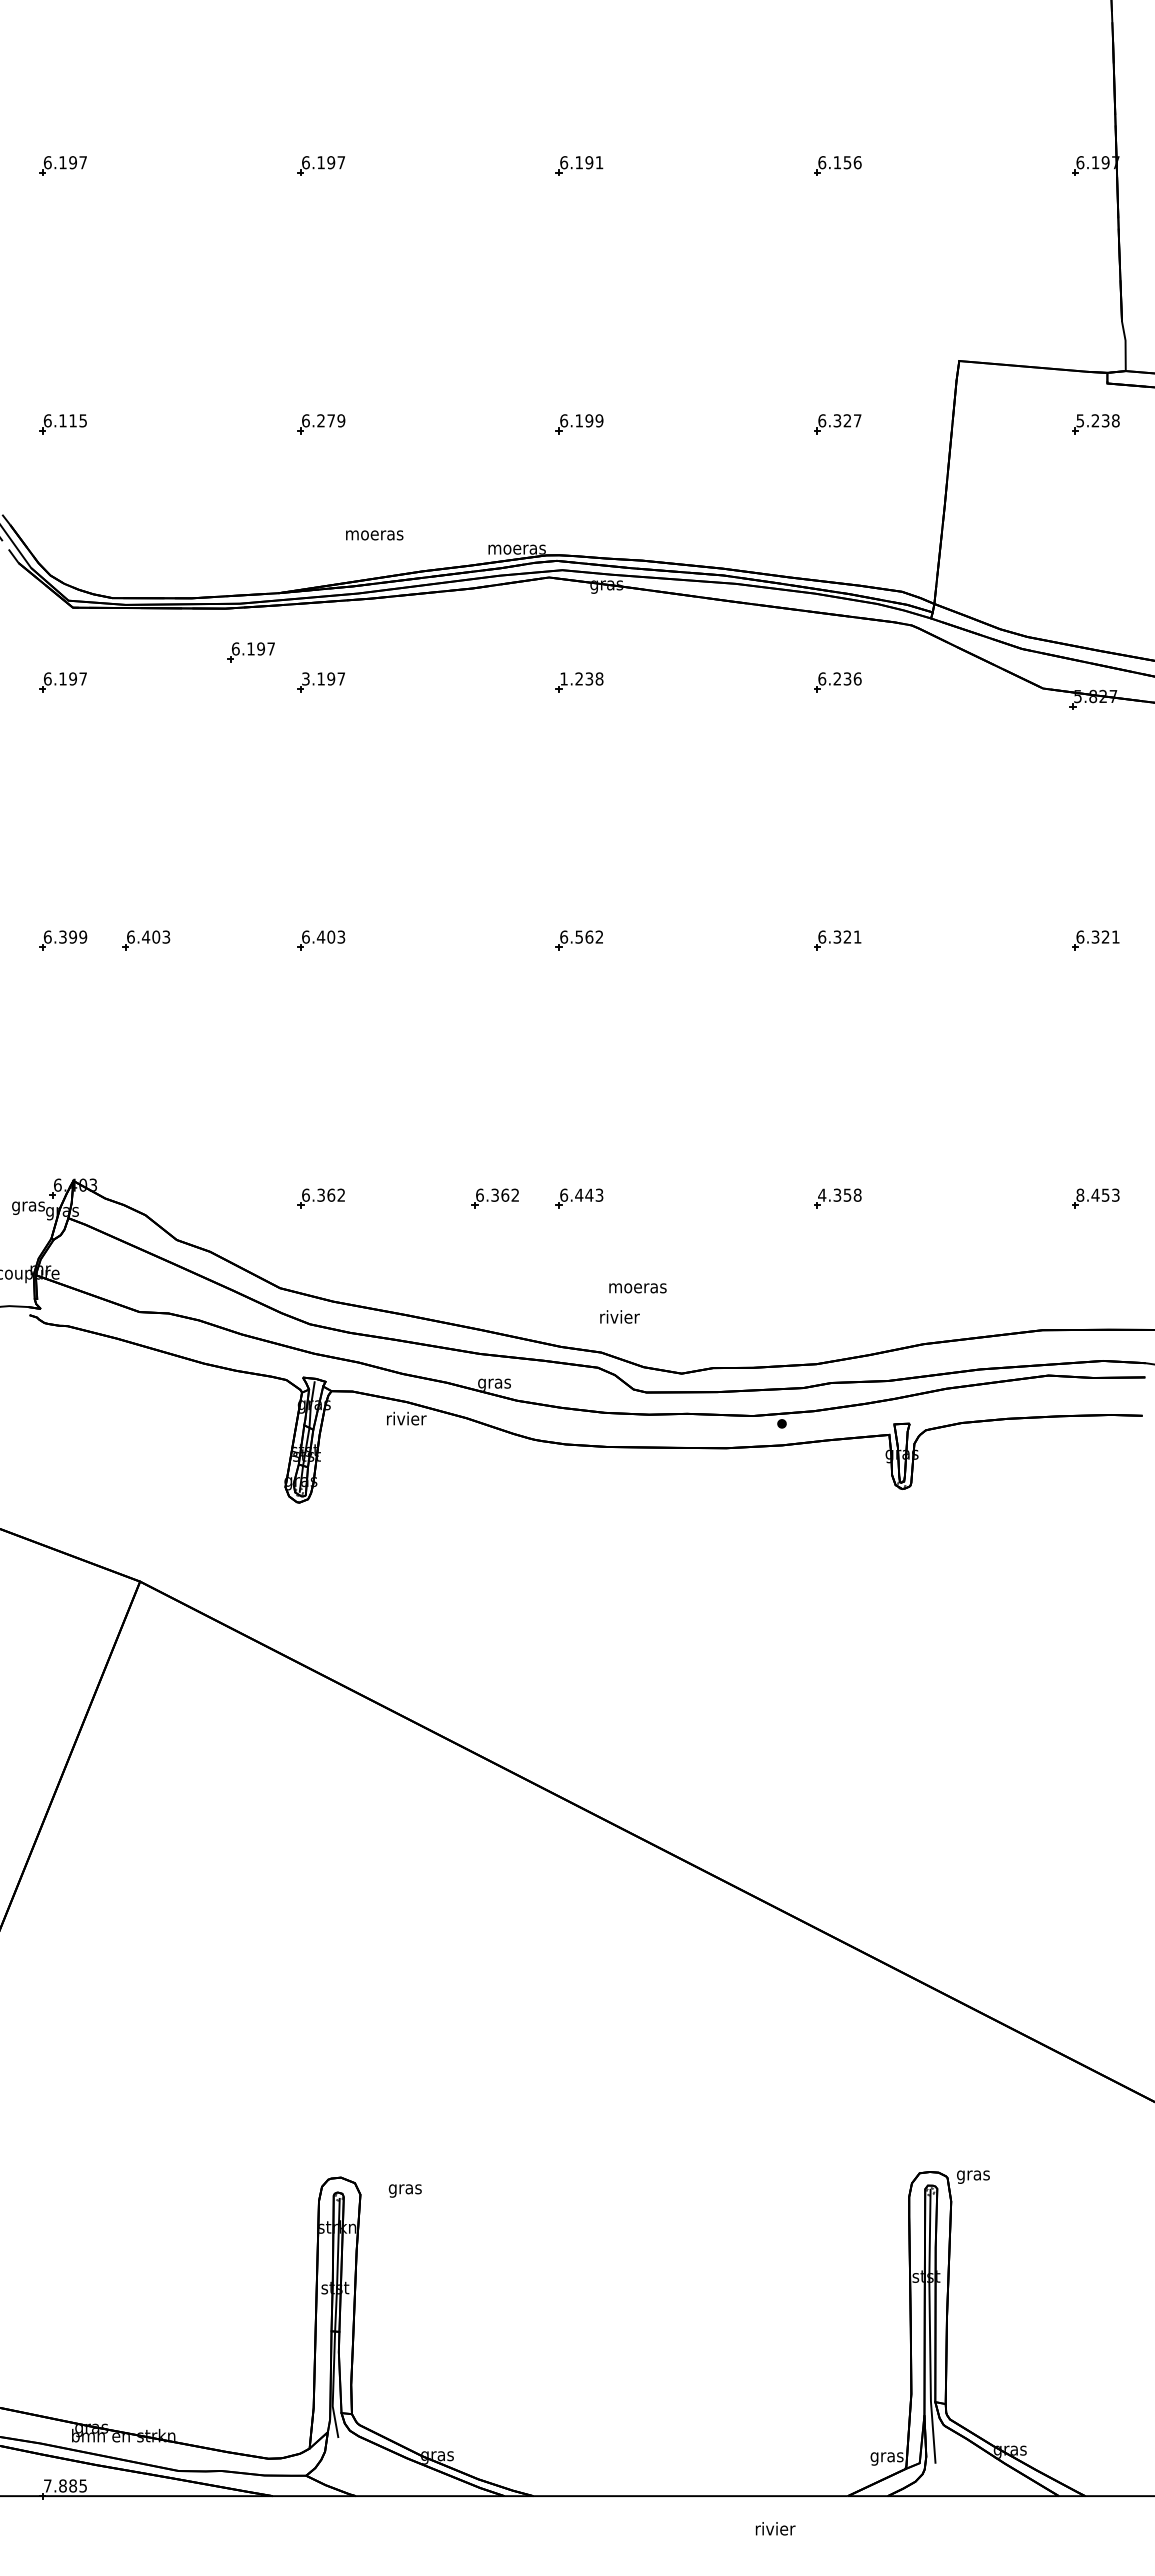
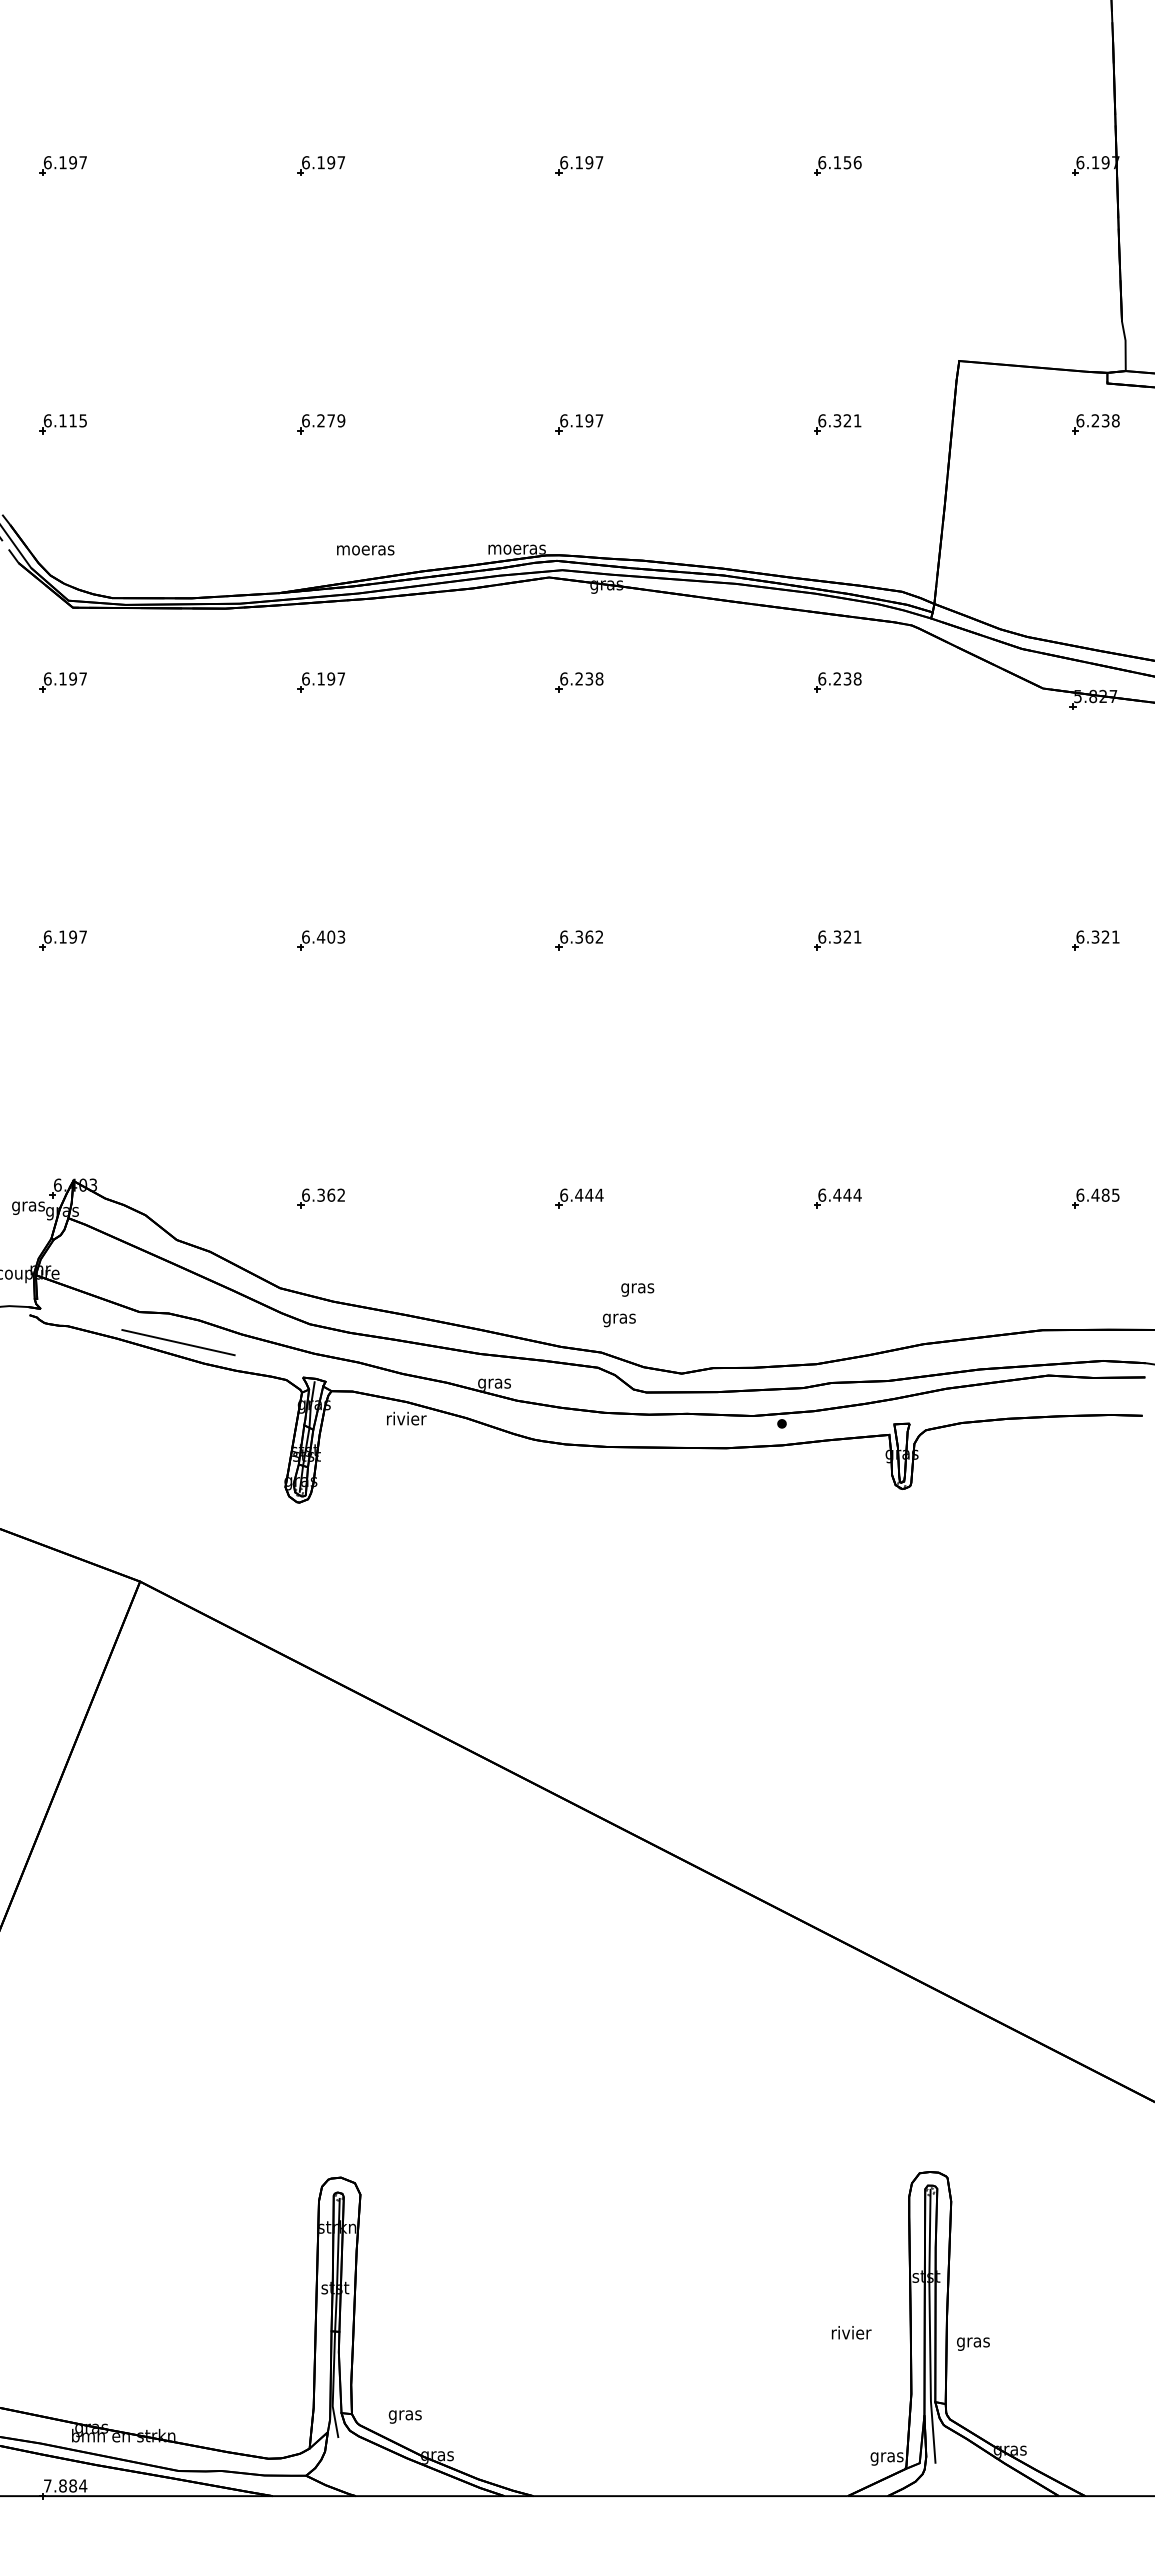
text at (599, 162): 6.191 -> 6.197
text at (599, 420): 6.199 -> 6.197
text at (857, 420): 6.327 -> 6.321
text at (1080, 420): 5.238 -> 6.238
text at (374, 535) position: (374, 535) -> (365, 550)
part at (250, 652): present -> none
text at (305, 678): 3.197 -> 6.197
text at (564, 678): 1.238 -> 6.238
text at (857, 678): 6.236 -> 6.238
text at (73, 936): 6.399 -> 6.197
text at (578, 936): 6.562 -> 6.362
part at (146, 940): present -> none
text at (599, 1194): 6.443 -> 6.444
text at (839, 1194): 4.358 -> 6.444
text at (1097, 1194): 8.453 -> 6.485
part at (494, 1198): present -> none
text at (637, 1289): moeras -> gras
text at (619, 1318): rivier -> gras
line at (178, 1342): none -> present
text at (973, 2176) position: (973, 2176) -> (973, 2343)
text at (404, 2190) position: (404, 2190) -> (404, 2416)
text at (83, 2485): 7.885 -> 7.884
text at (775, 2528) position: (775, 2528) -> (851, 2332)
